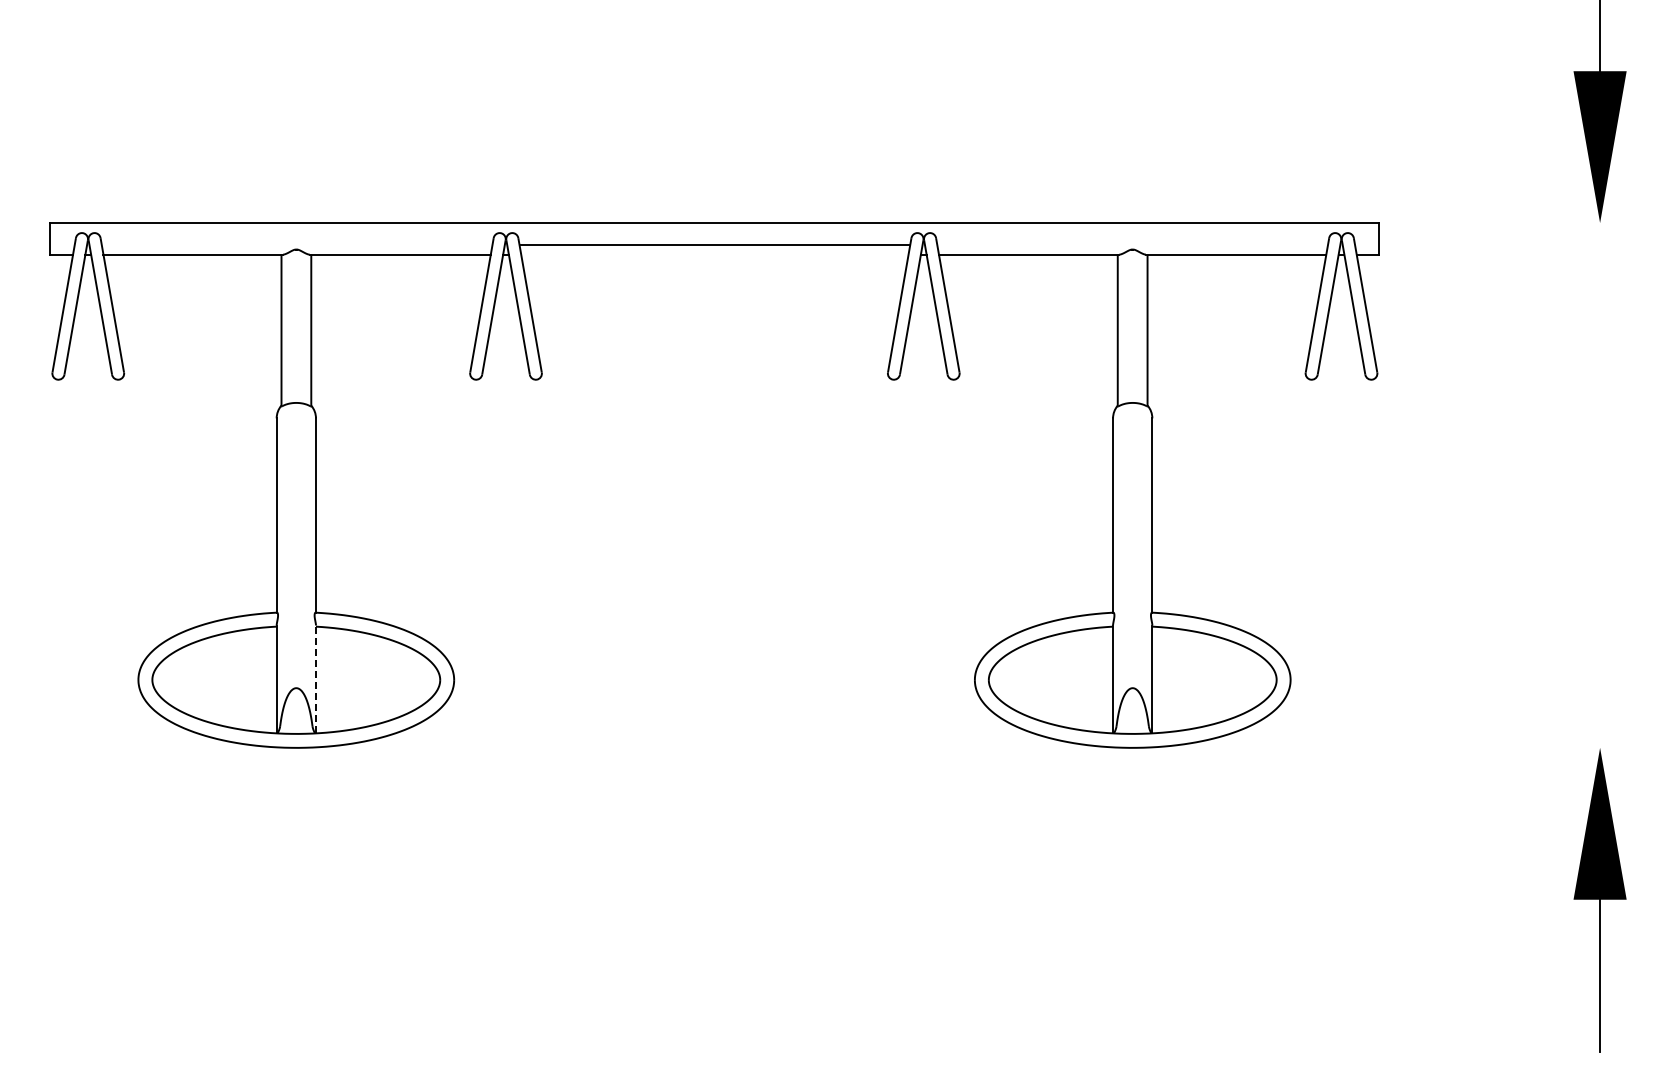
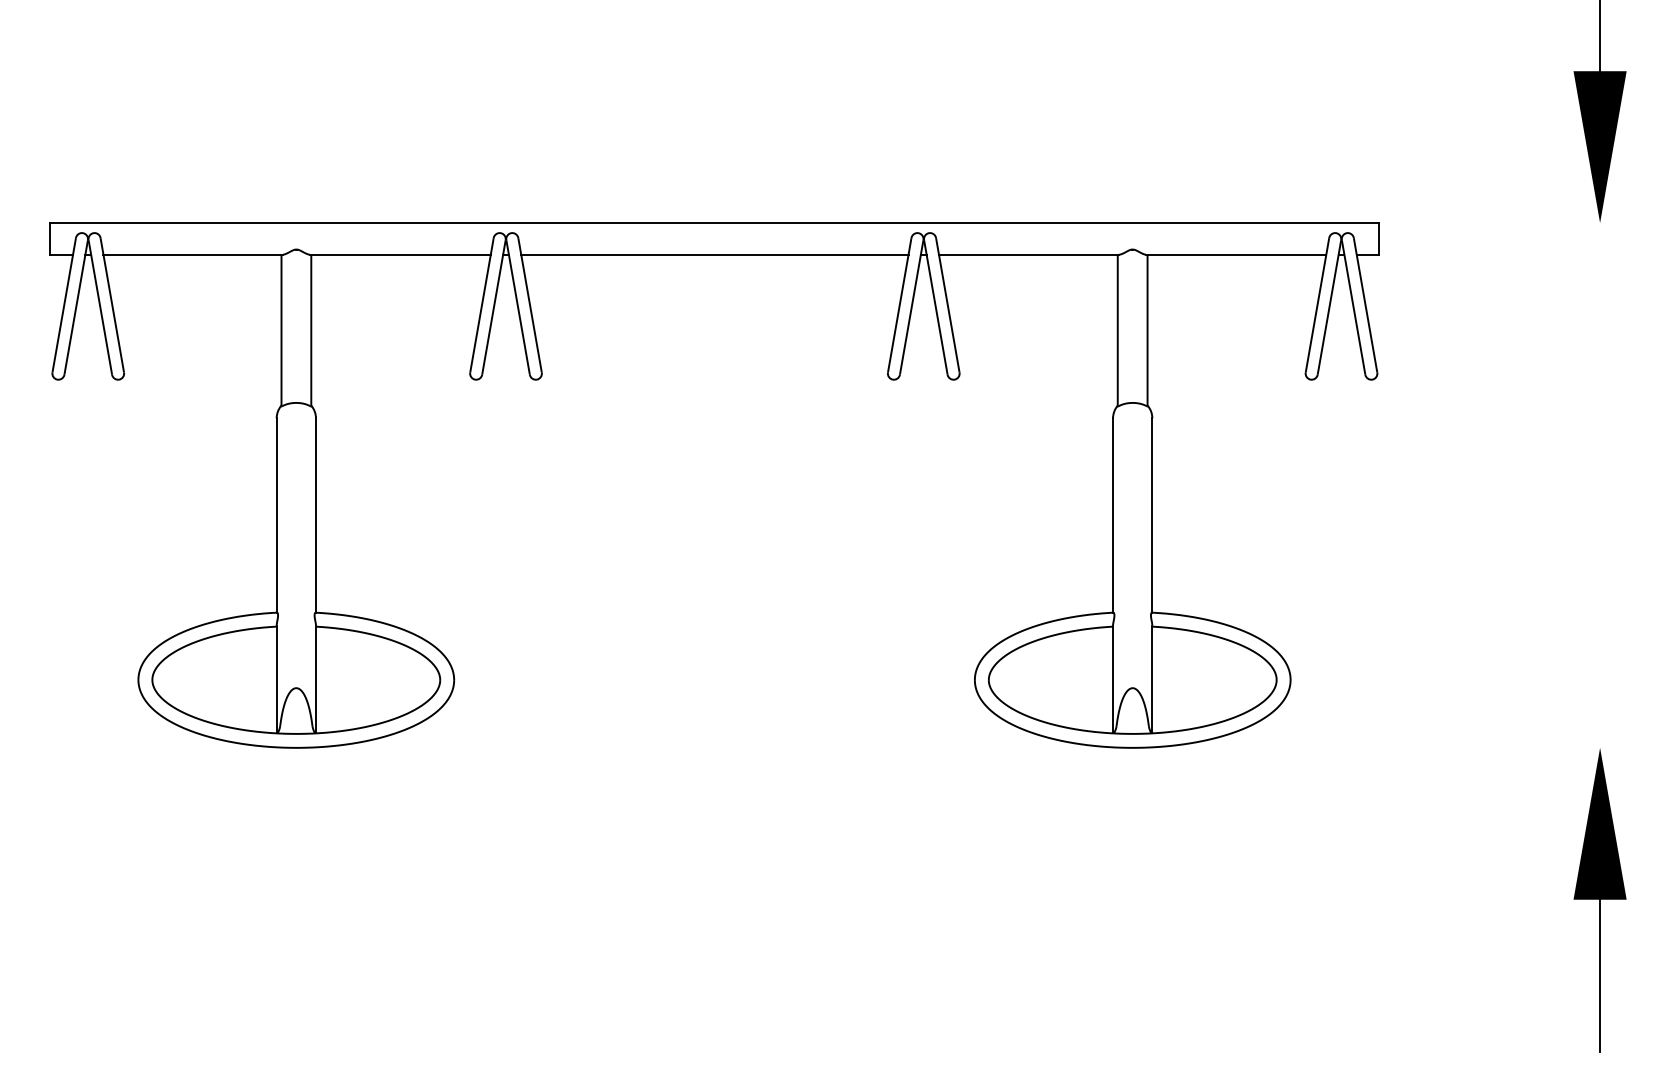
line at (714, 244) position: (714, 244) -> (714, 254)
line at (316, 679): dashed -> solid
